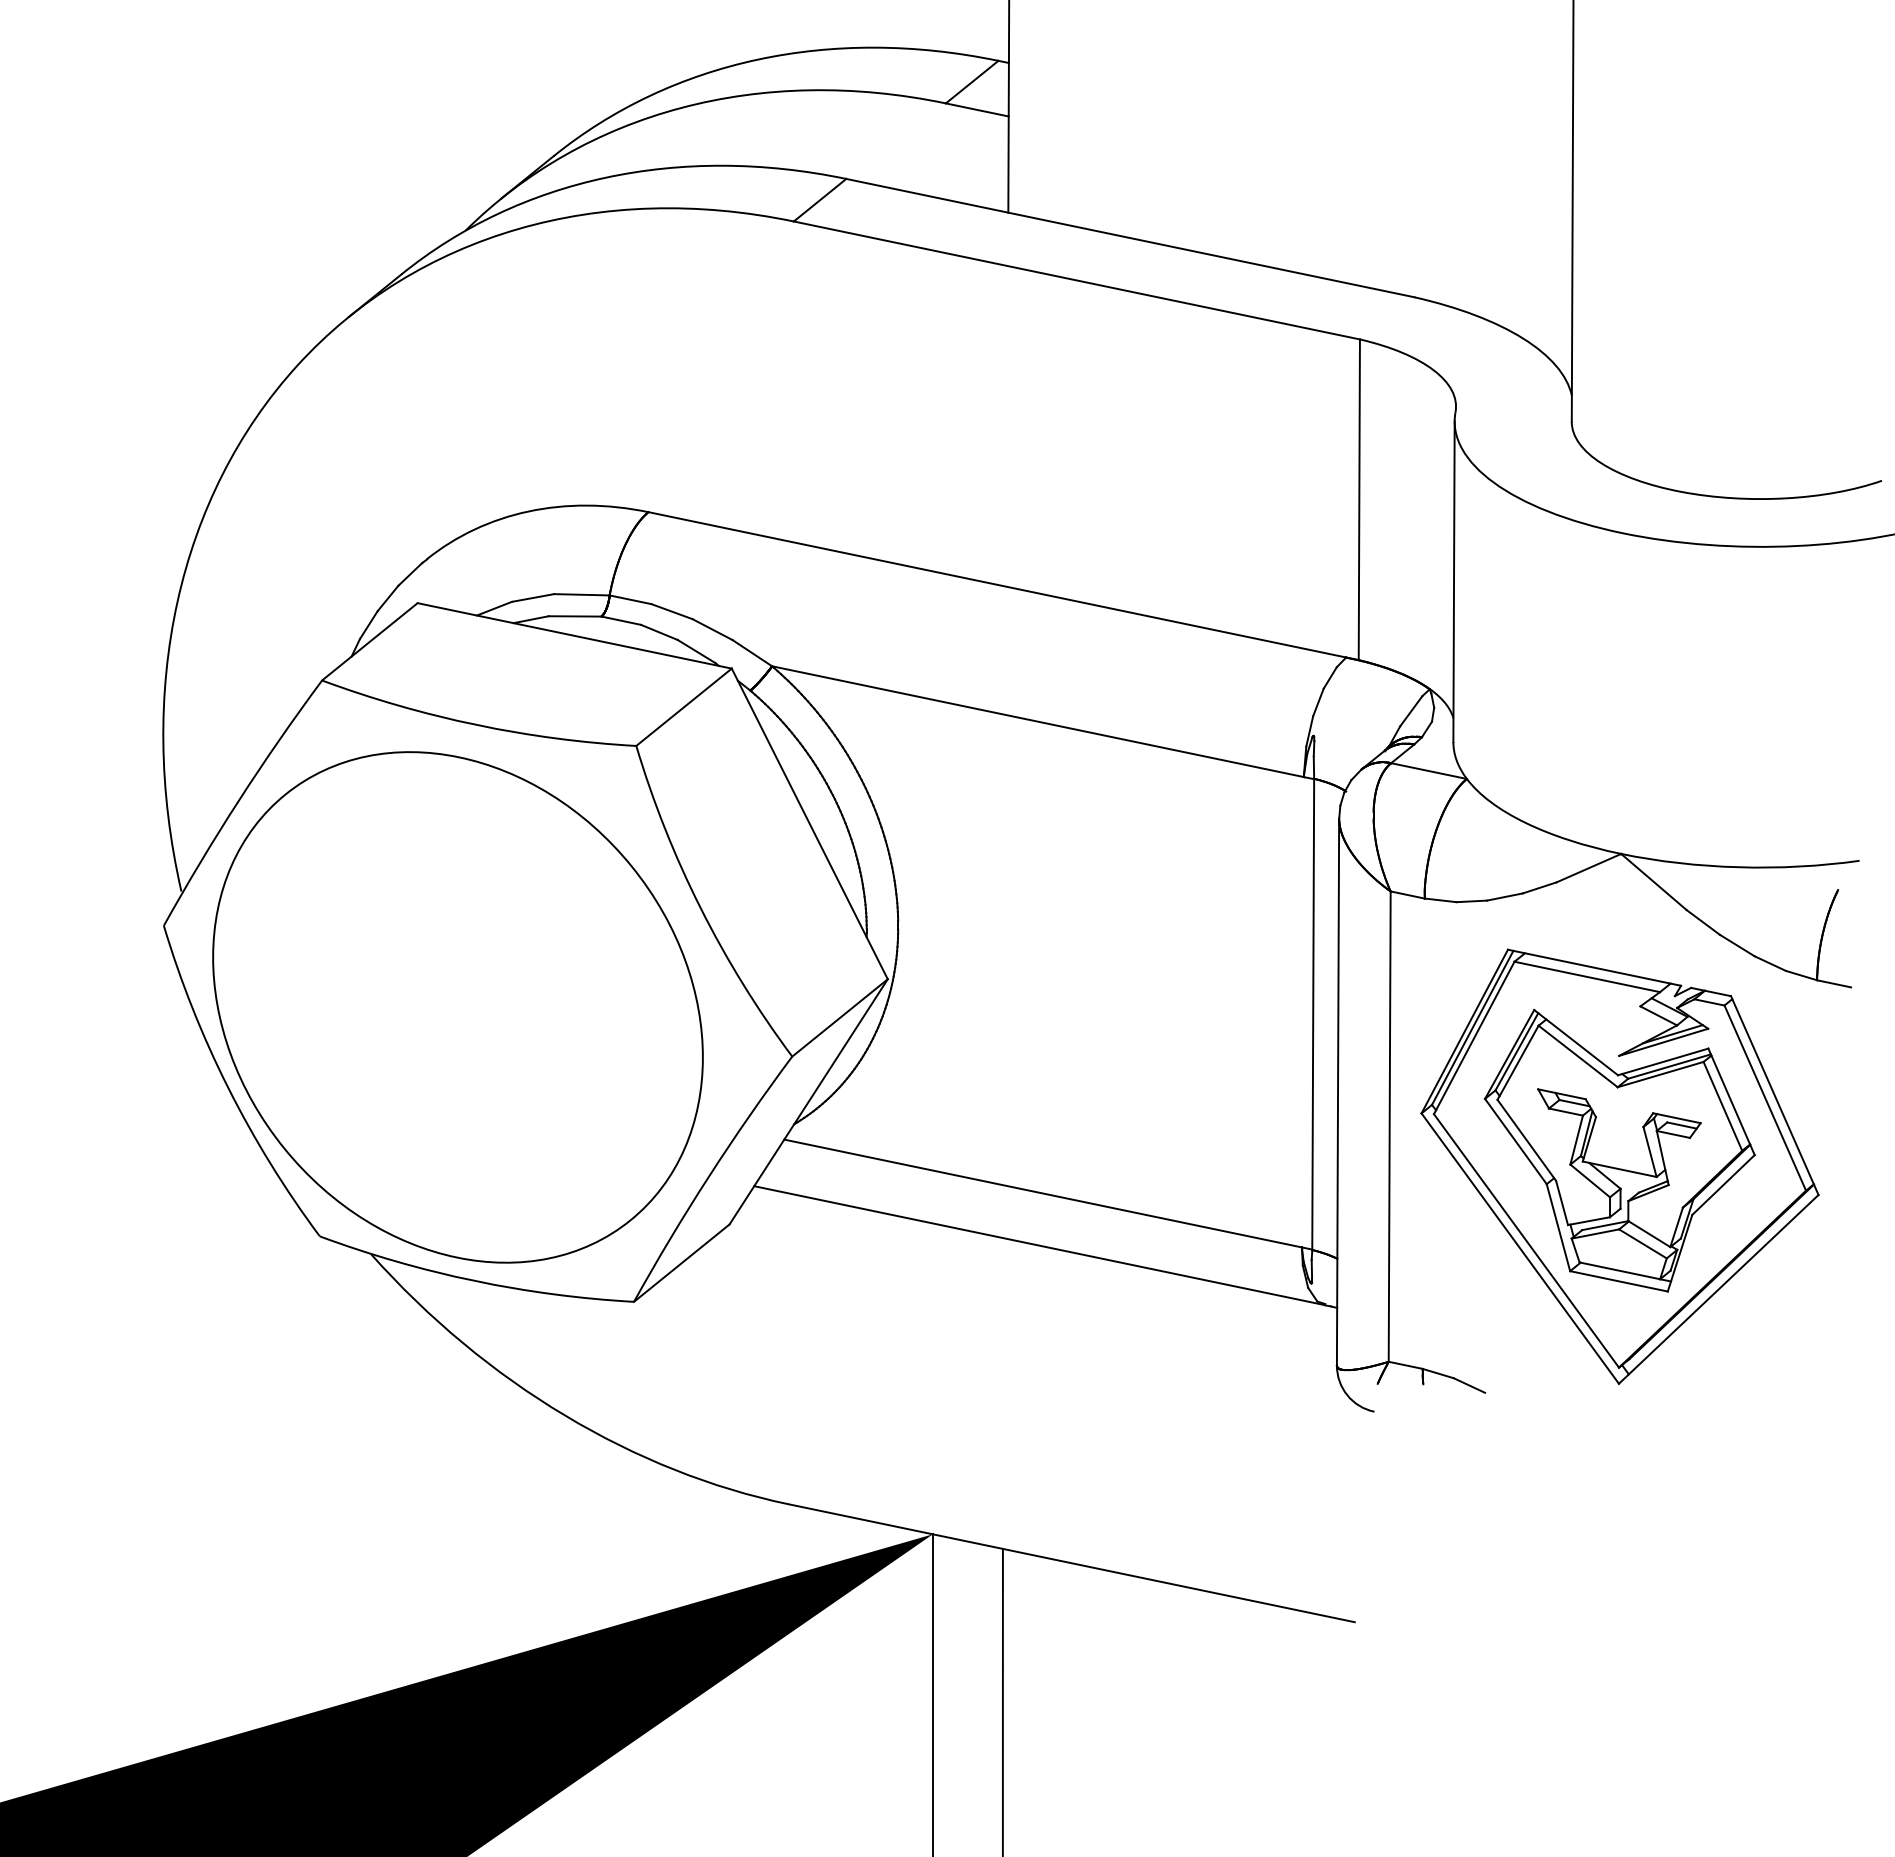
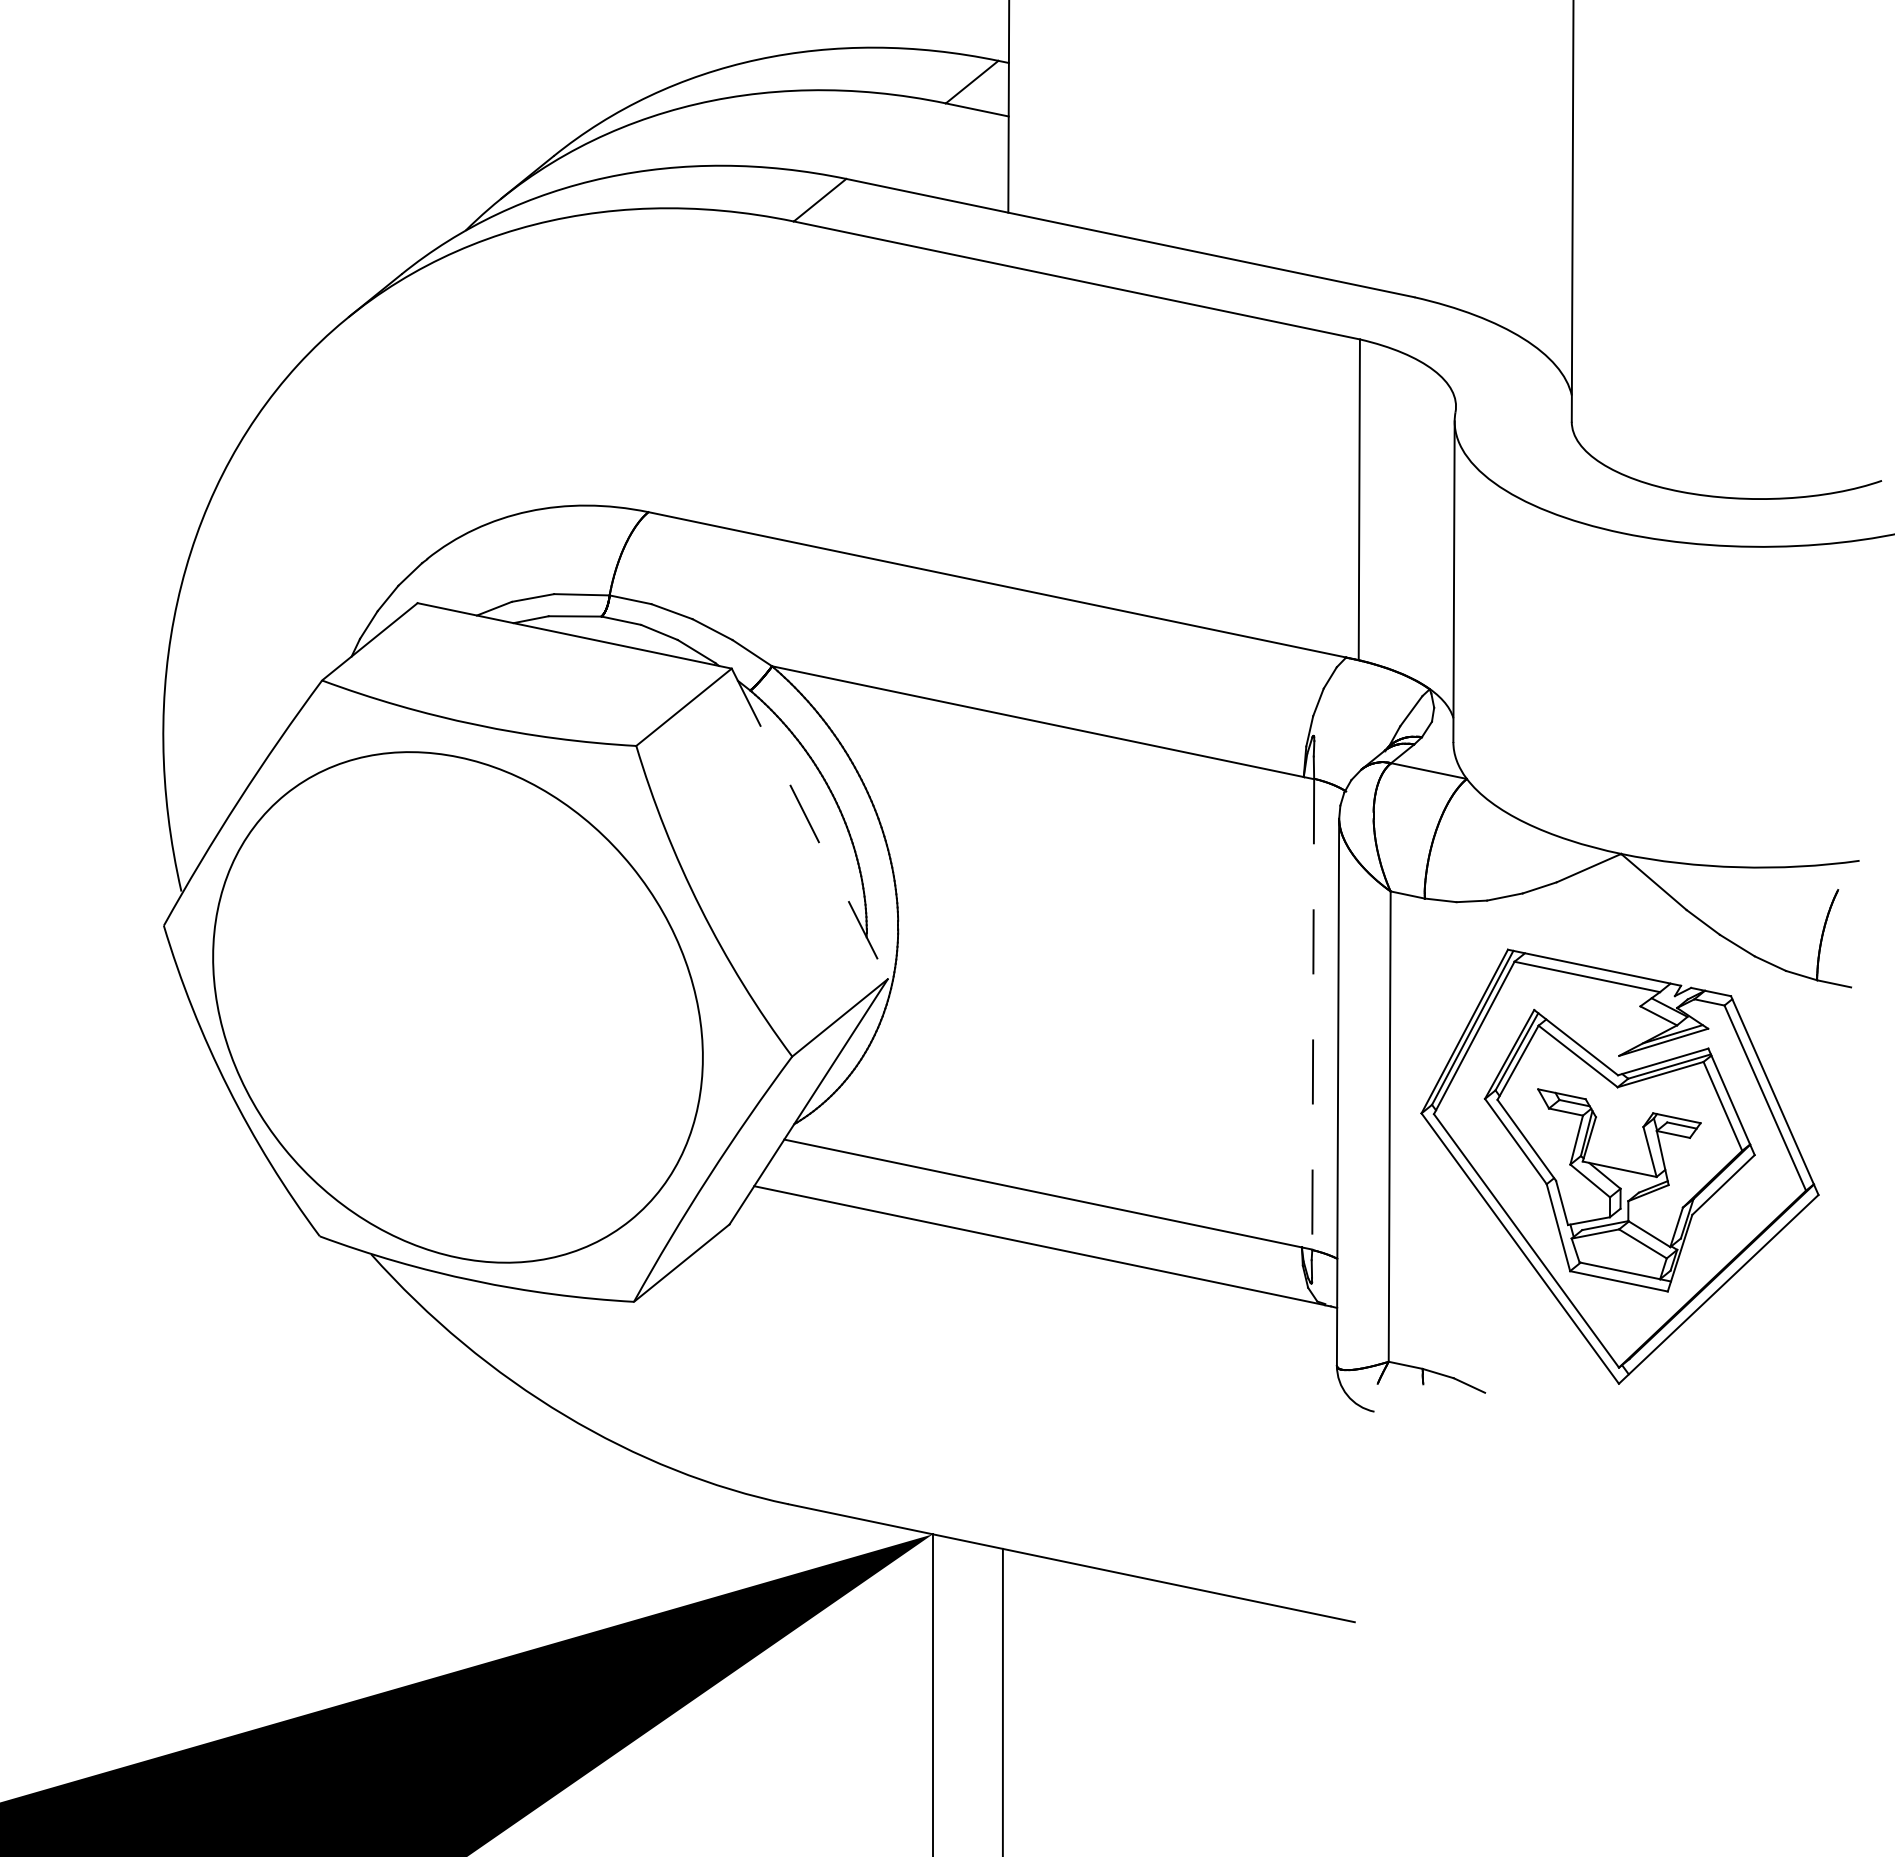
line at (809, 823): solid -> dashed
line at (1313, 1014): solid -> dashed
